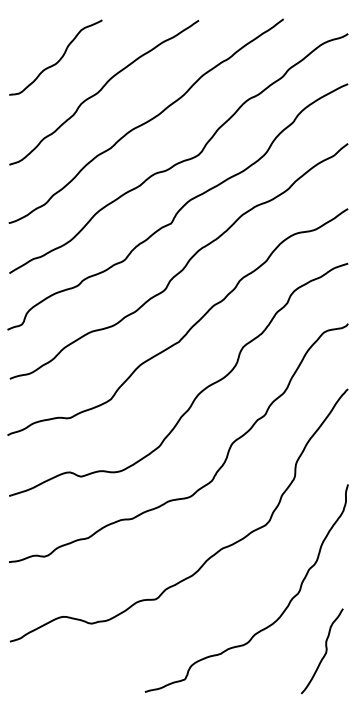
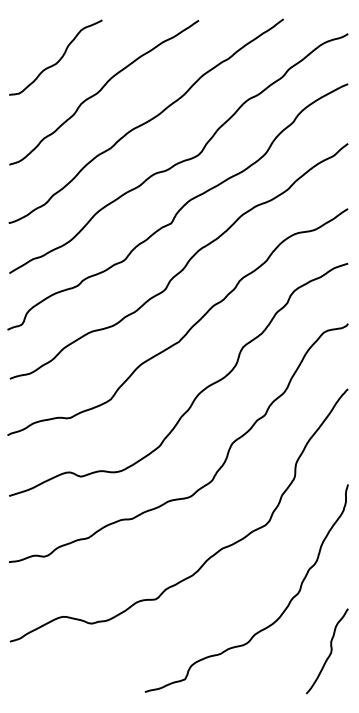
curve at (324, 653) position: (324, 653) -> (329, 653)
